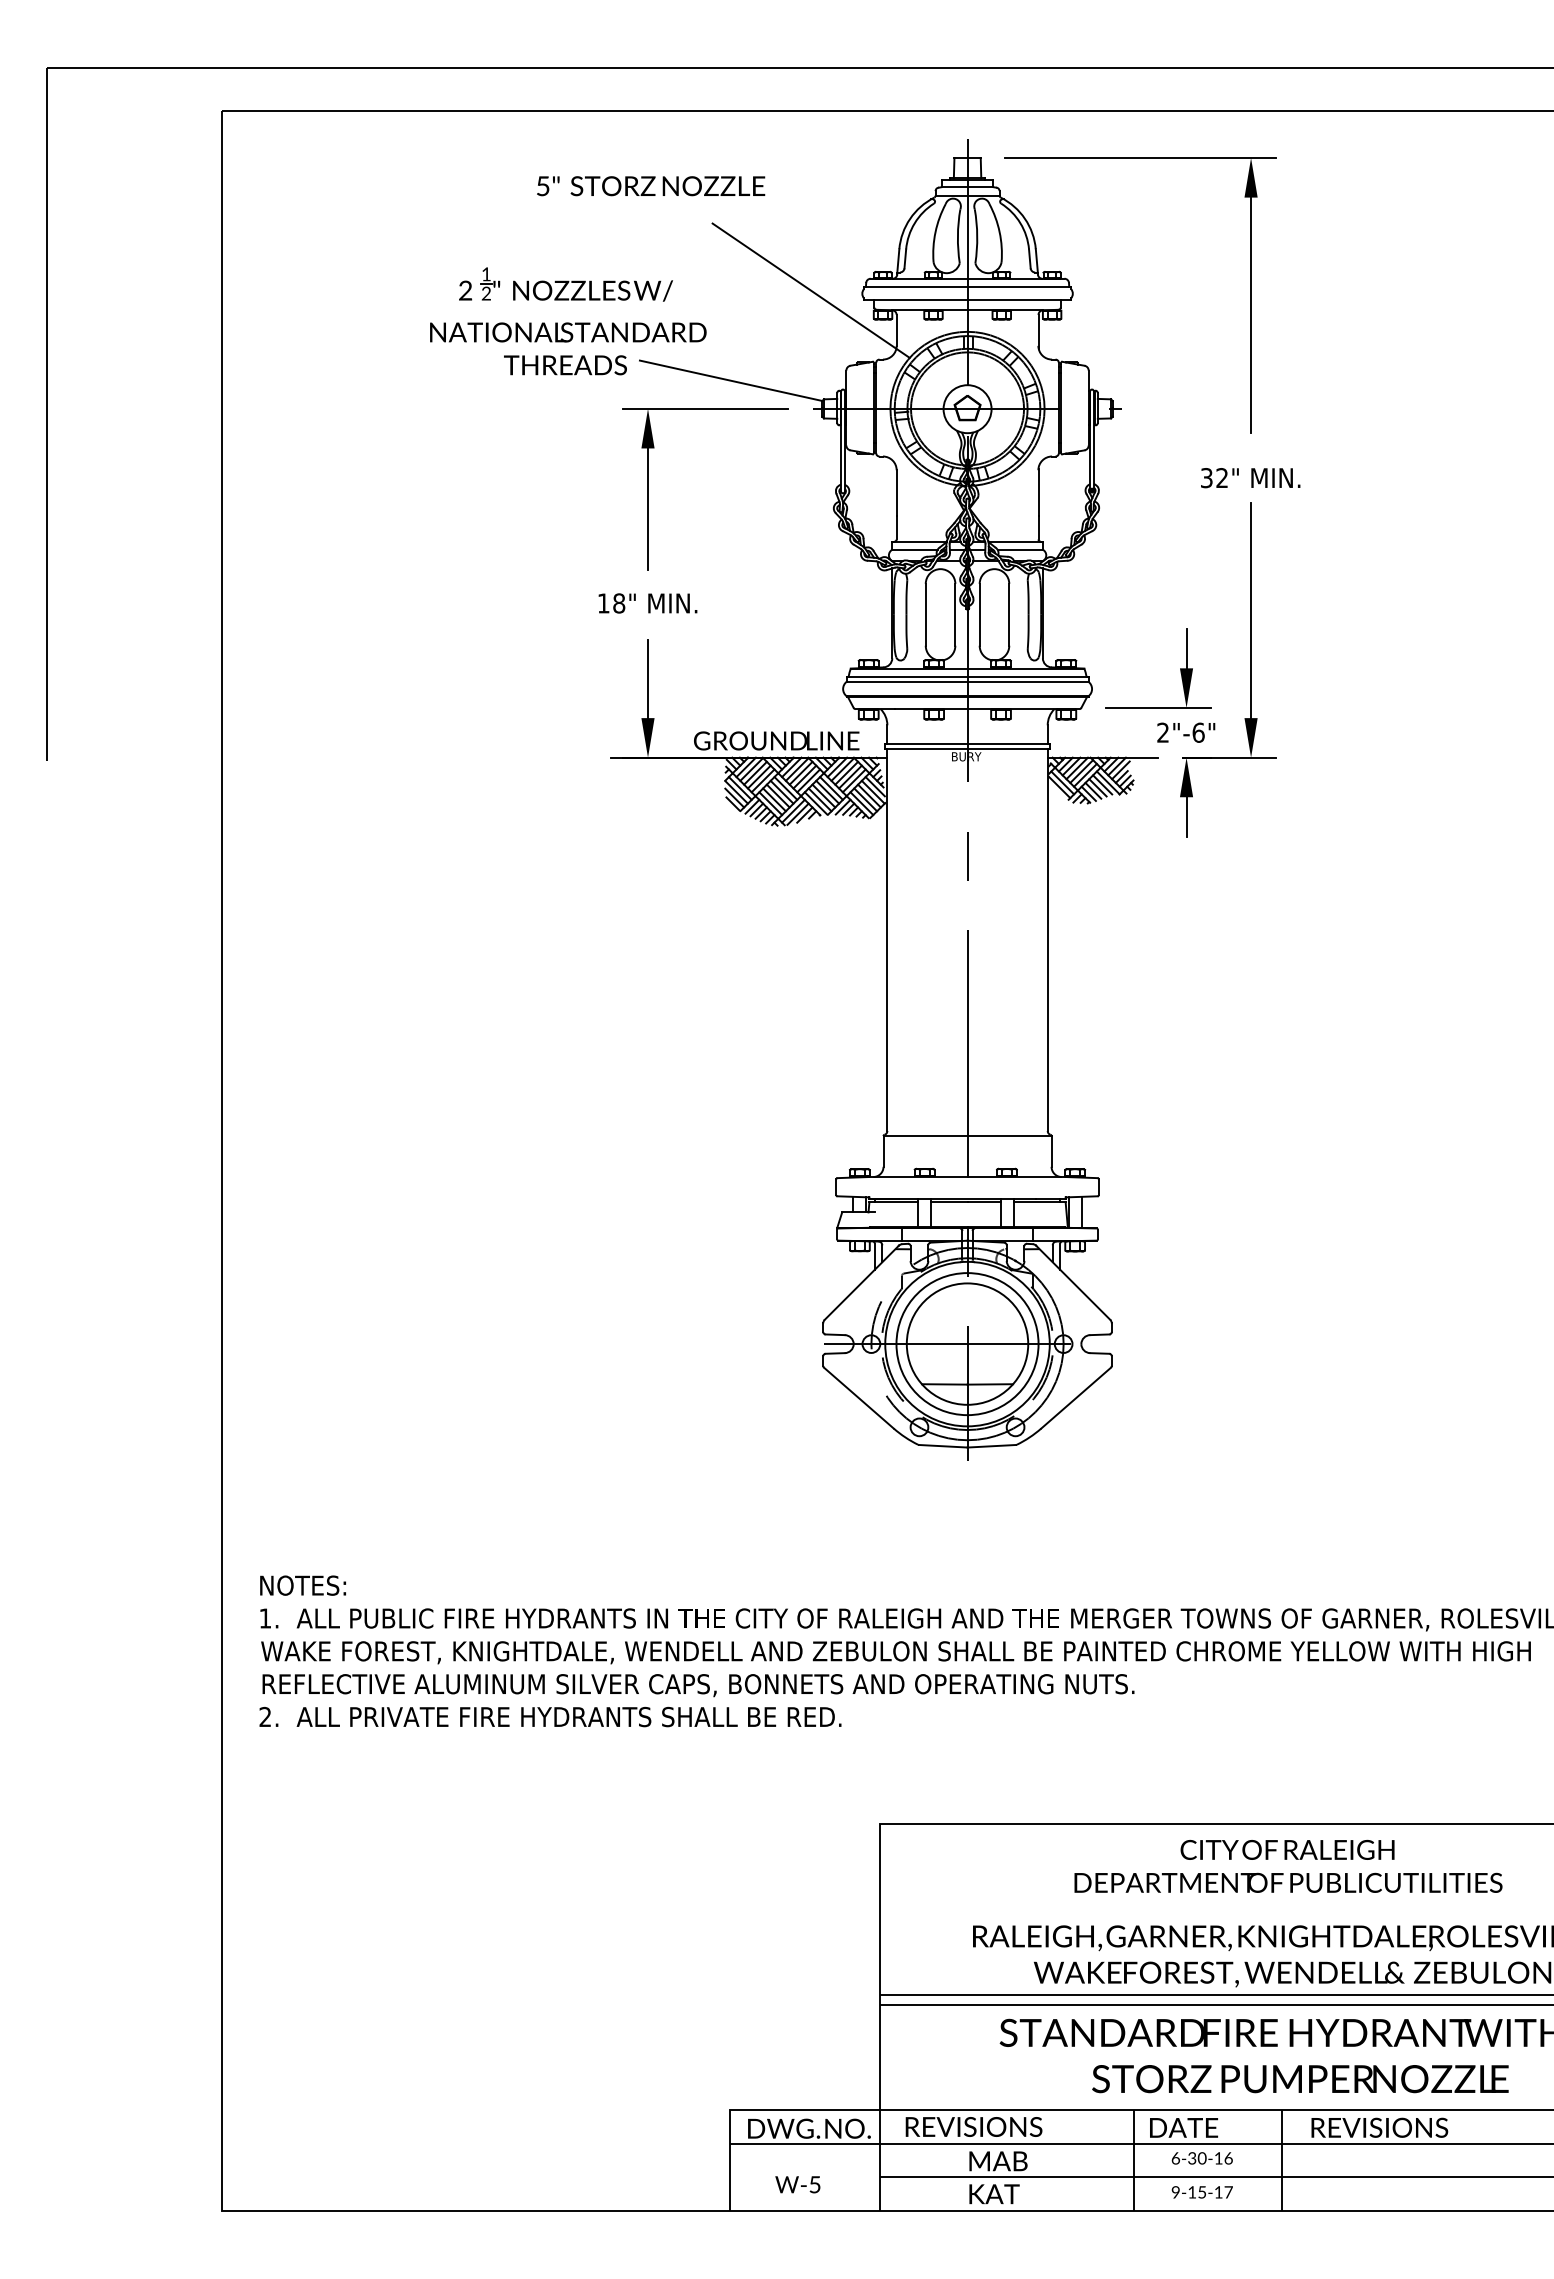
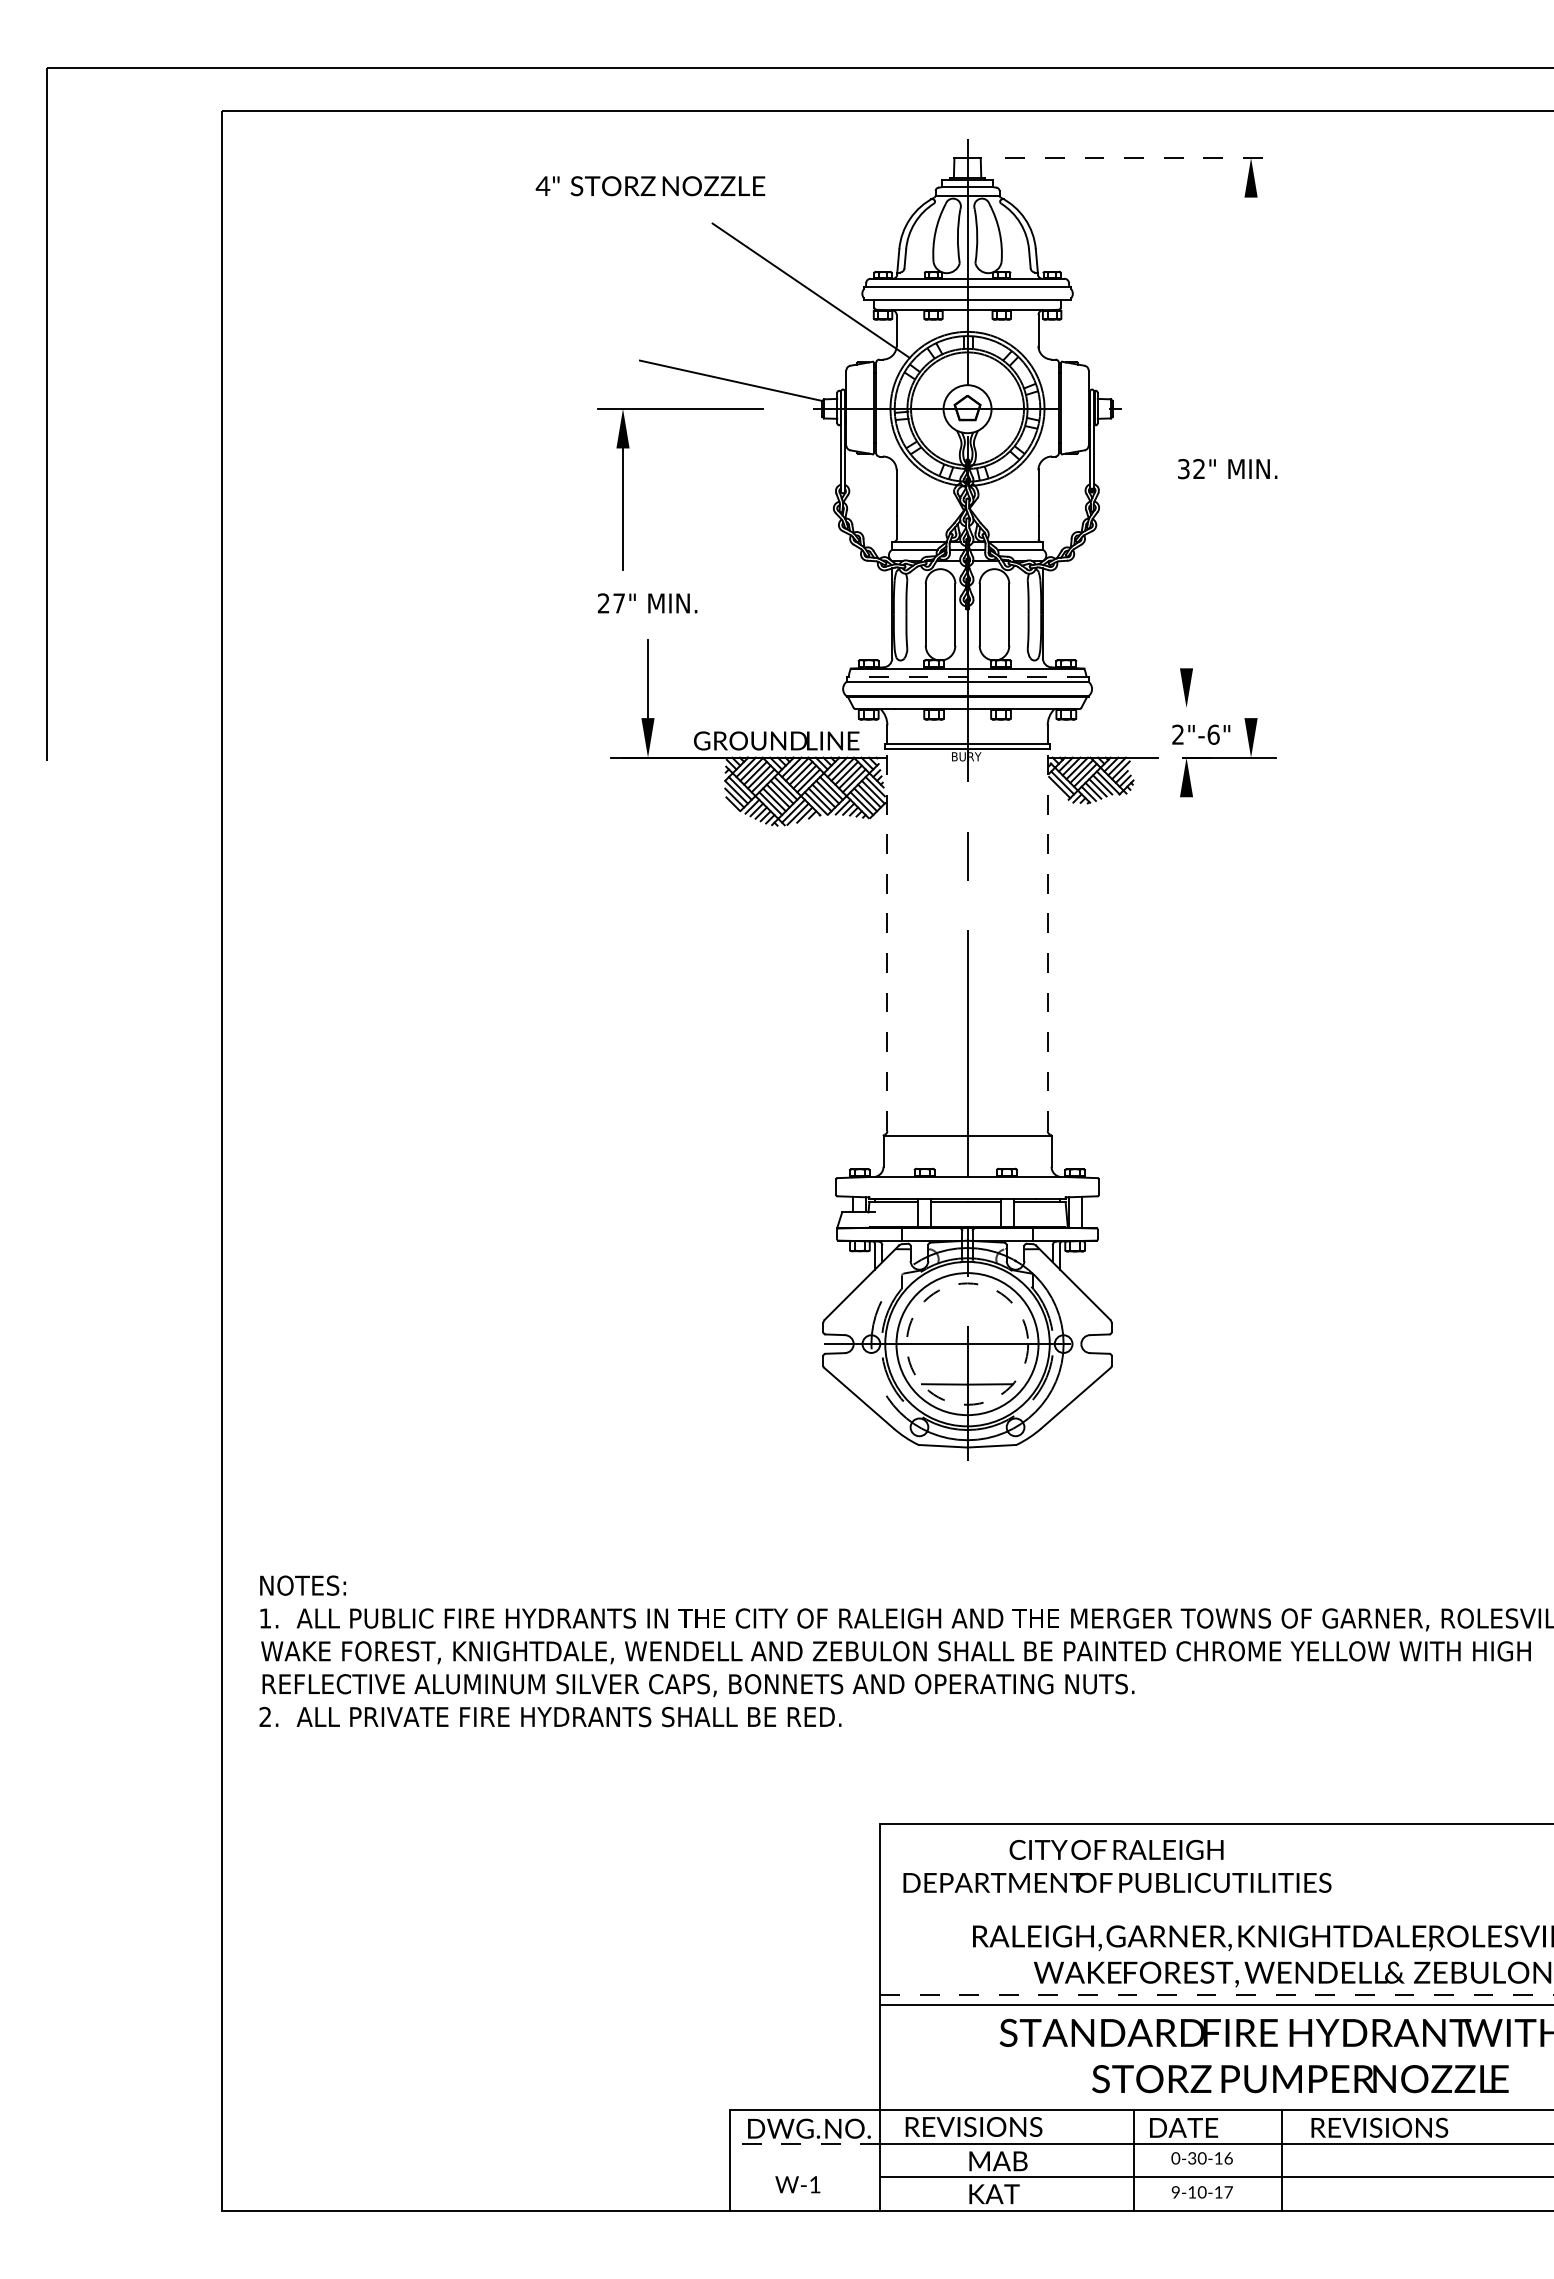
line at (1141, 158): solid -> dashed
text at (542, 186): 5" -> 4"
line at (1251, 315): present -> none
part at (568, 321): present -> none
text at (1250, 478) position: (1250, 478) -> (1227, 469)
part at (648, 489) position: (648, 489) -> (623, 489)
text at (611, 603): 18" -> 27"
line at (1251, 610): present -> none
line at (1186, 648): present -> none
line at (967, 676): solid -> dashed
line at (1158, 707): present -> none
text at (1186, 732) position: (1186, 732) -> (1201, 734)
line at (1186, 816): present -> none
line at (887, 939): solid -> dashed
line at (1047, 939): solid -> dashed
circle at (967, 1343): solid -> dashed
text at (1288, 1865) position: (1288, 1865) -> (1117, 1865)
line at (1216, 1994): solid -> dashed
line at (804, 2143): solid -> dashed
text at (1175, 2157): 6-30-16 -> 0-30-16
text at (814, 2184): W-5 -> W-1
text at (1201, 2192): 9-15-17 -> 9-10-17
